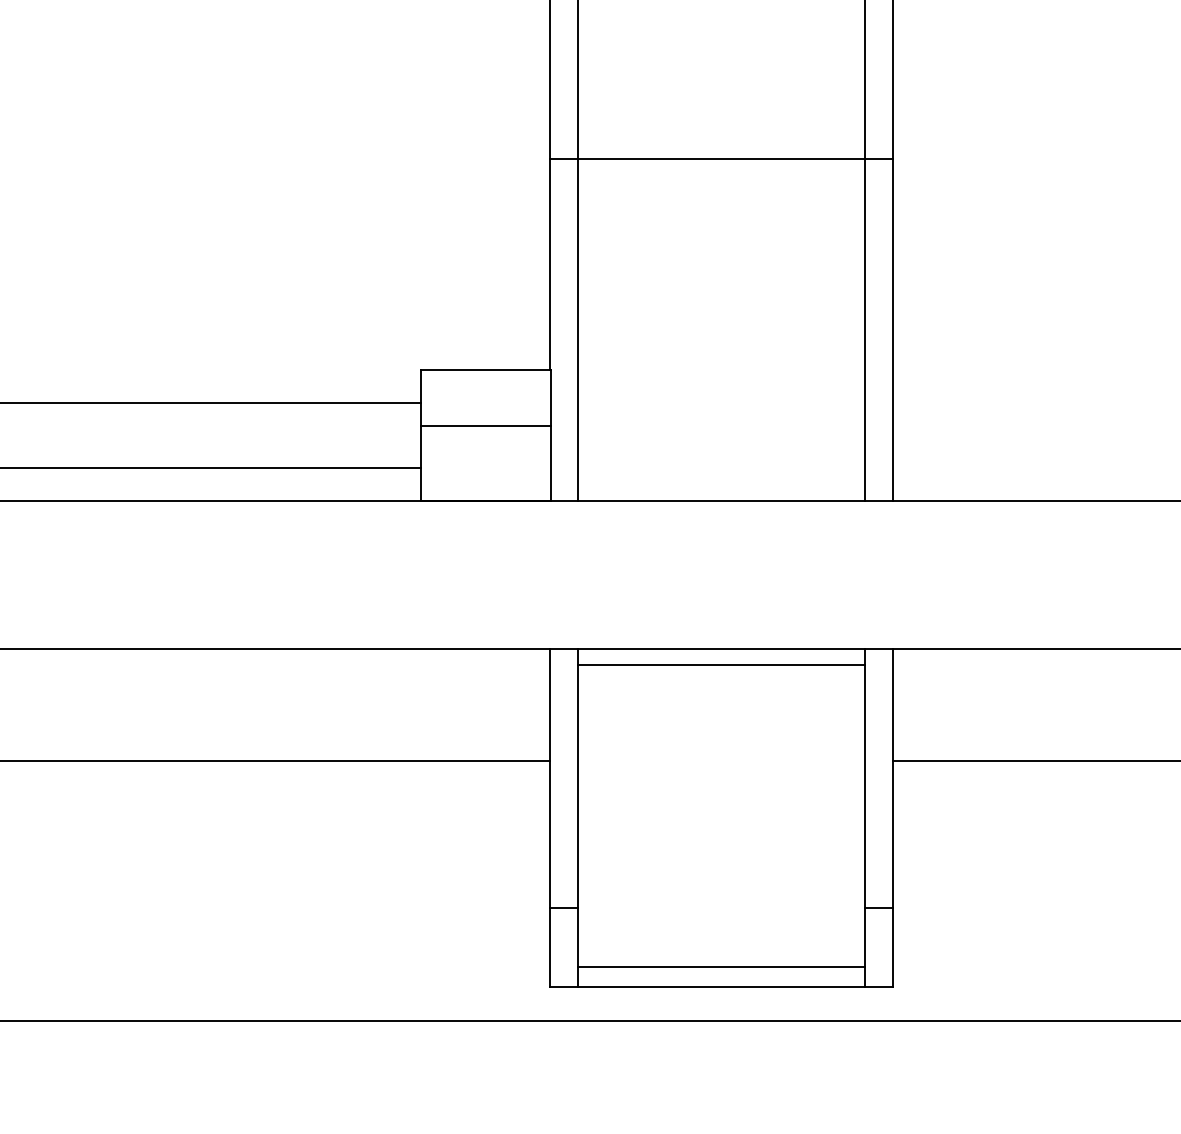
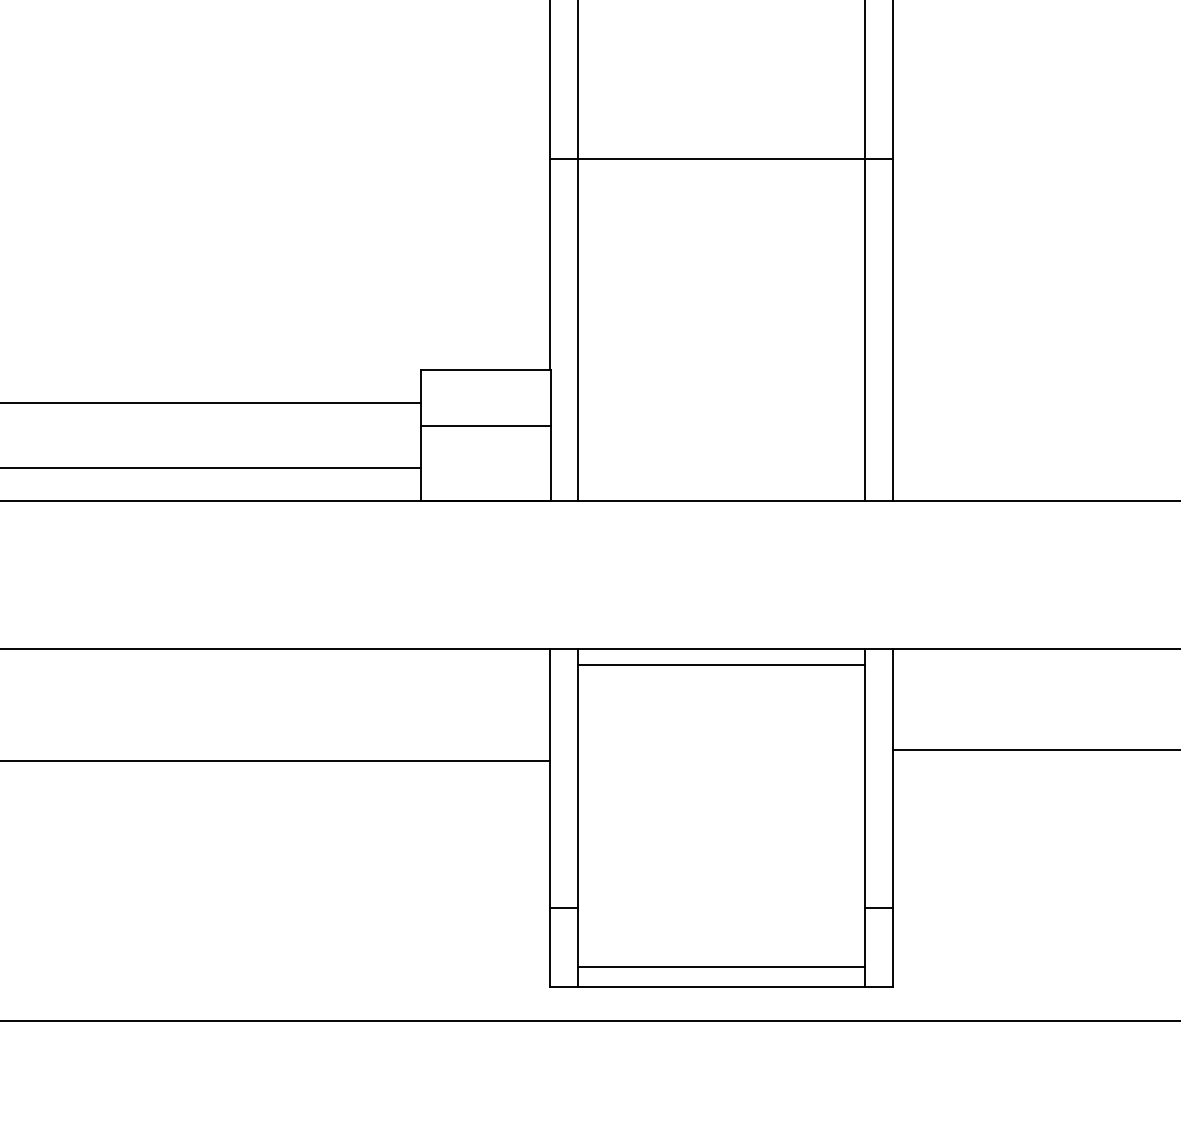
line at (1034, 760) position: (1034, 760) -> (1034, 749)
